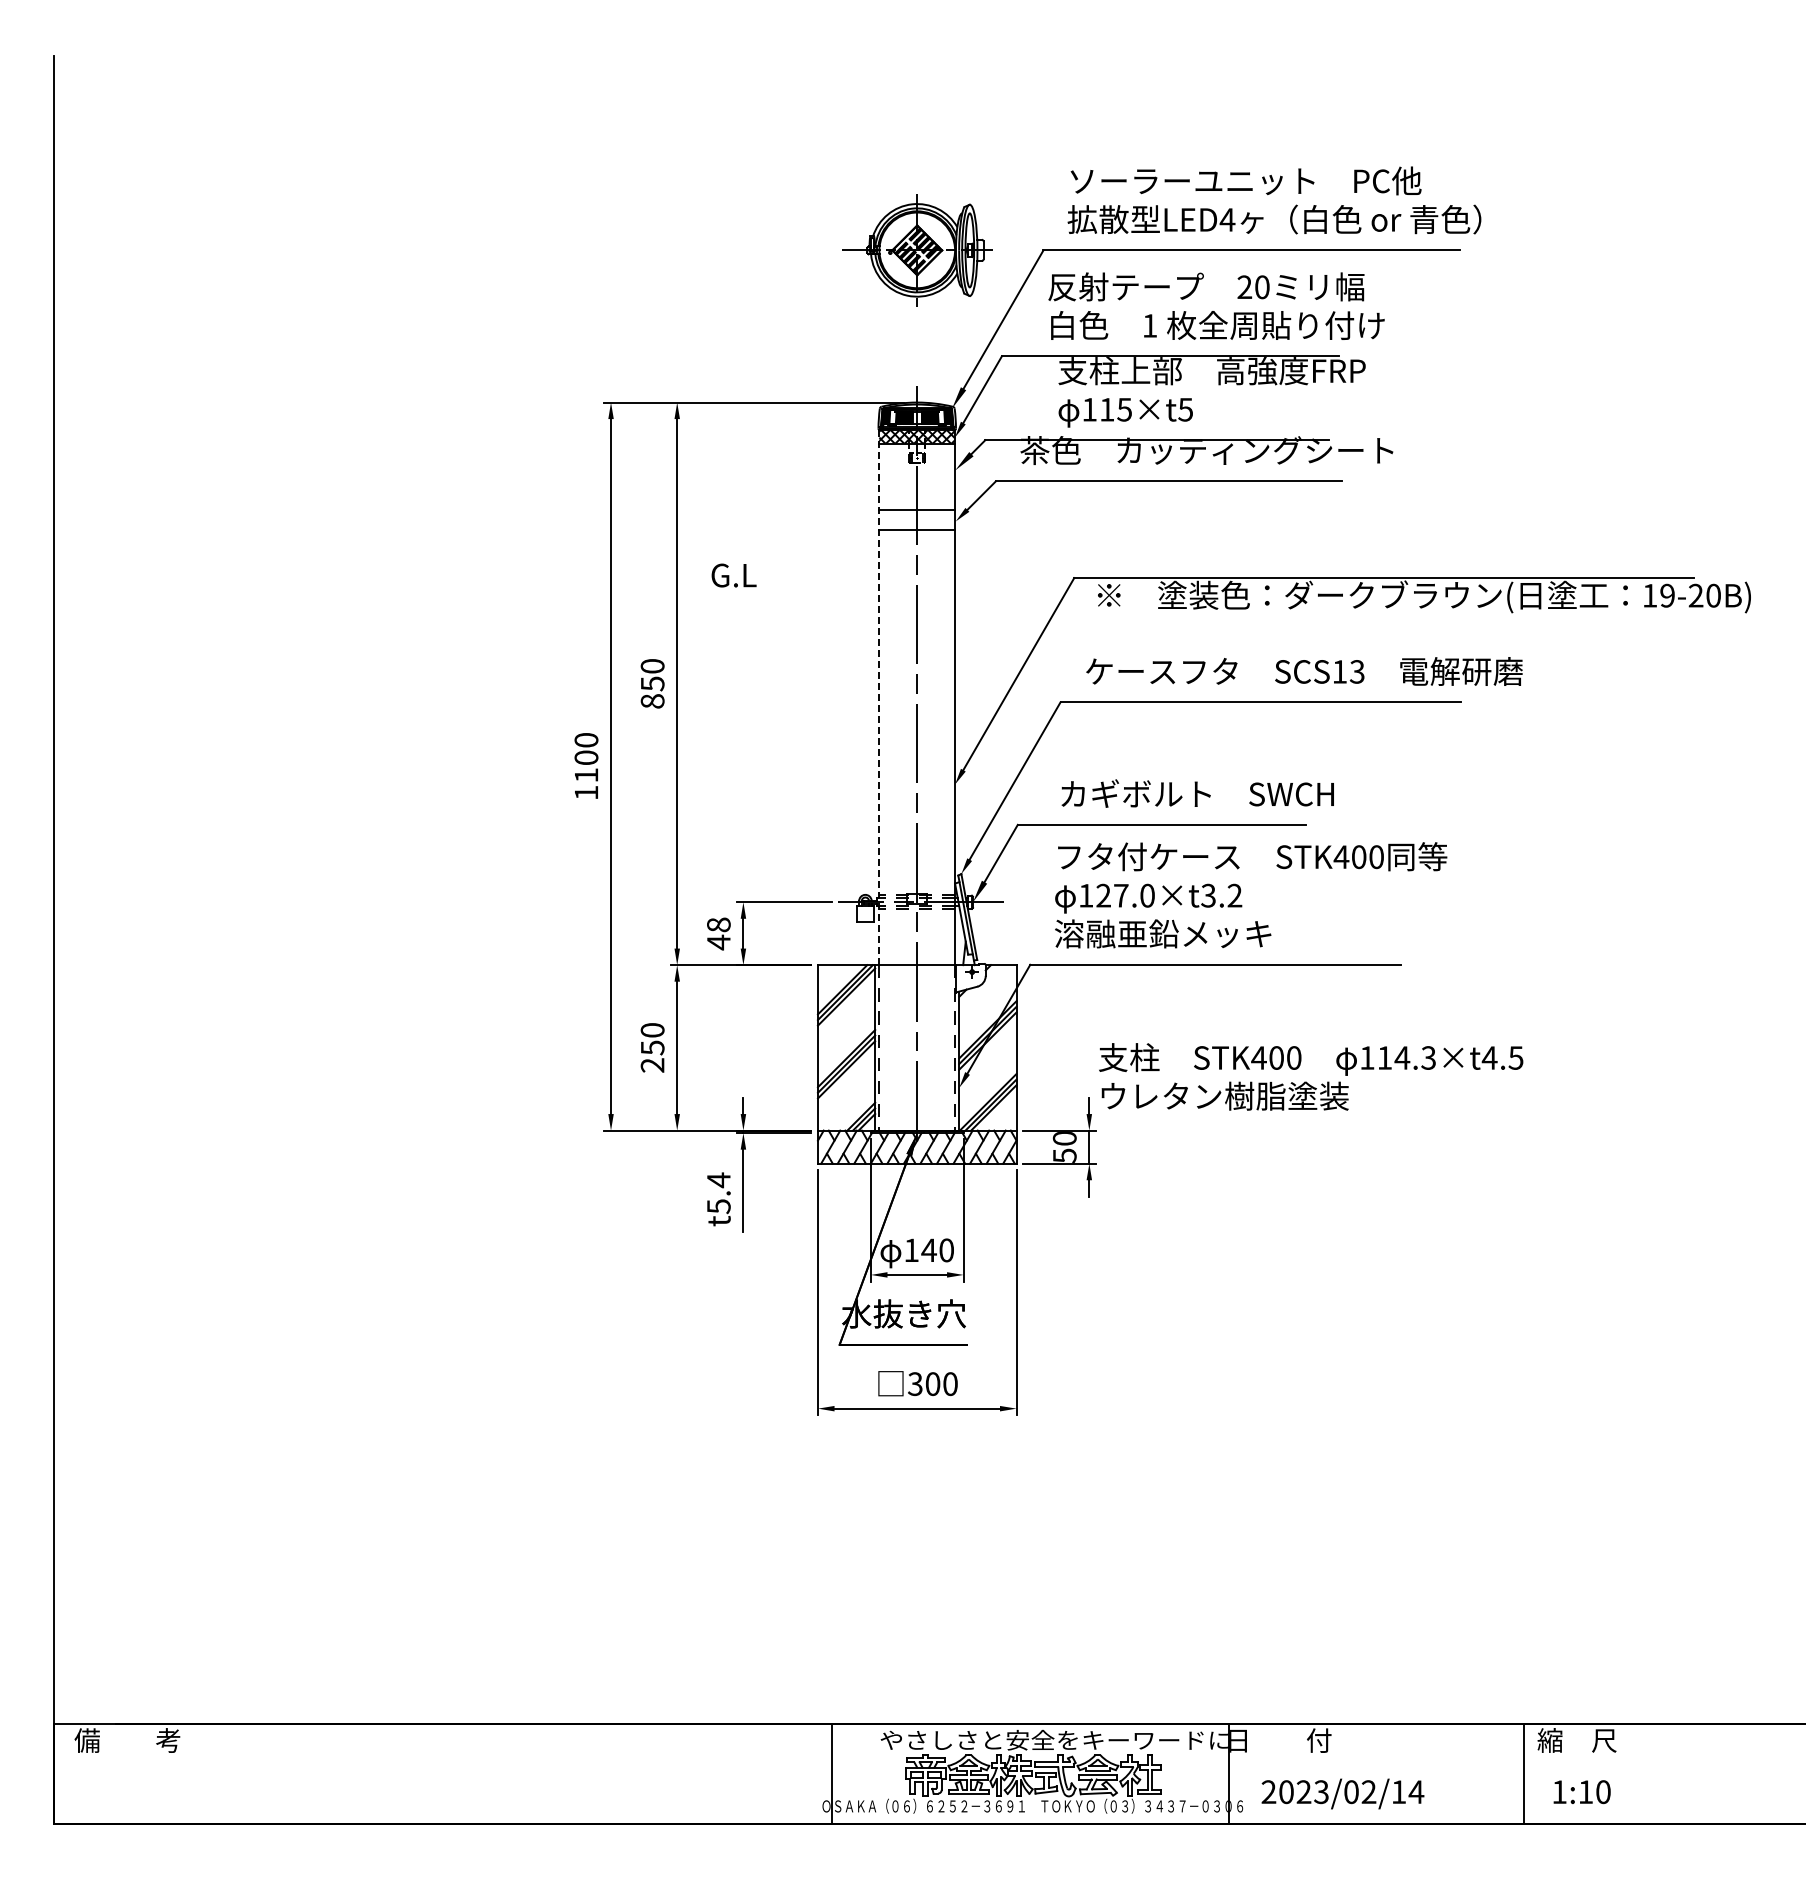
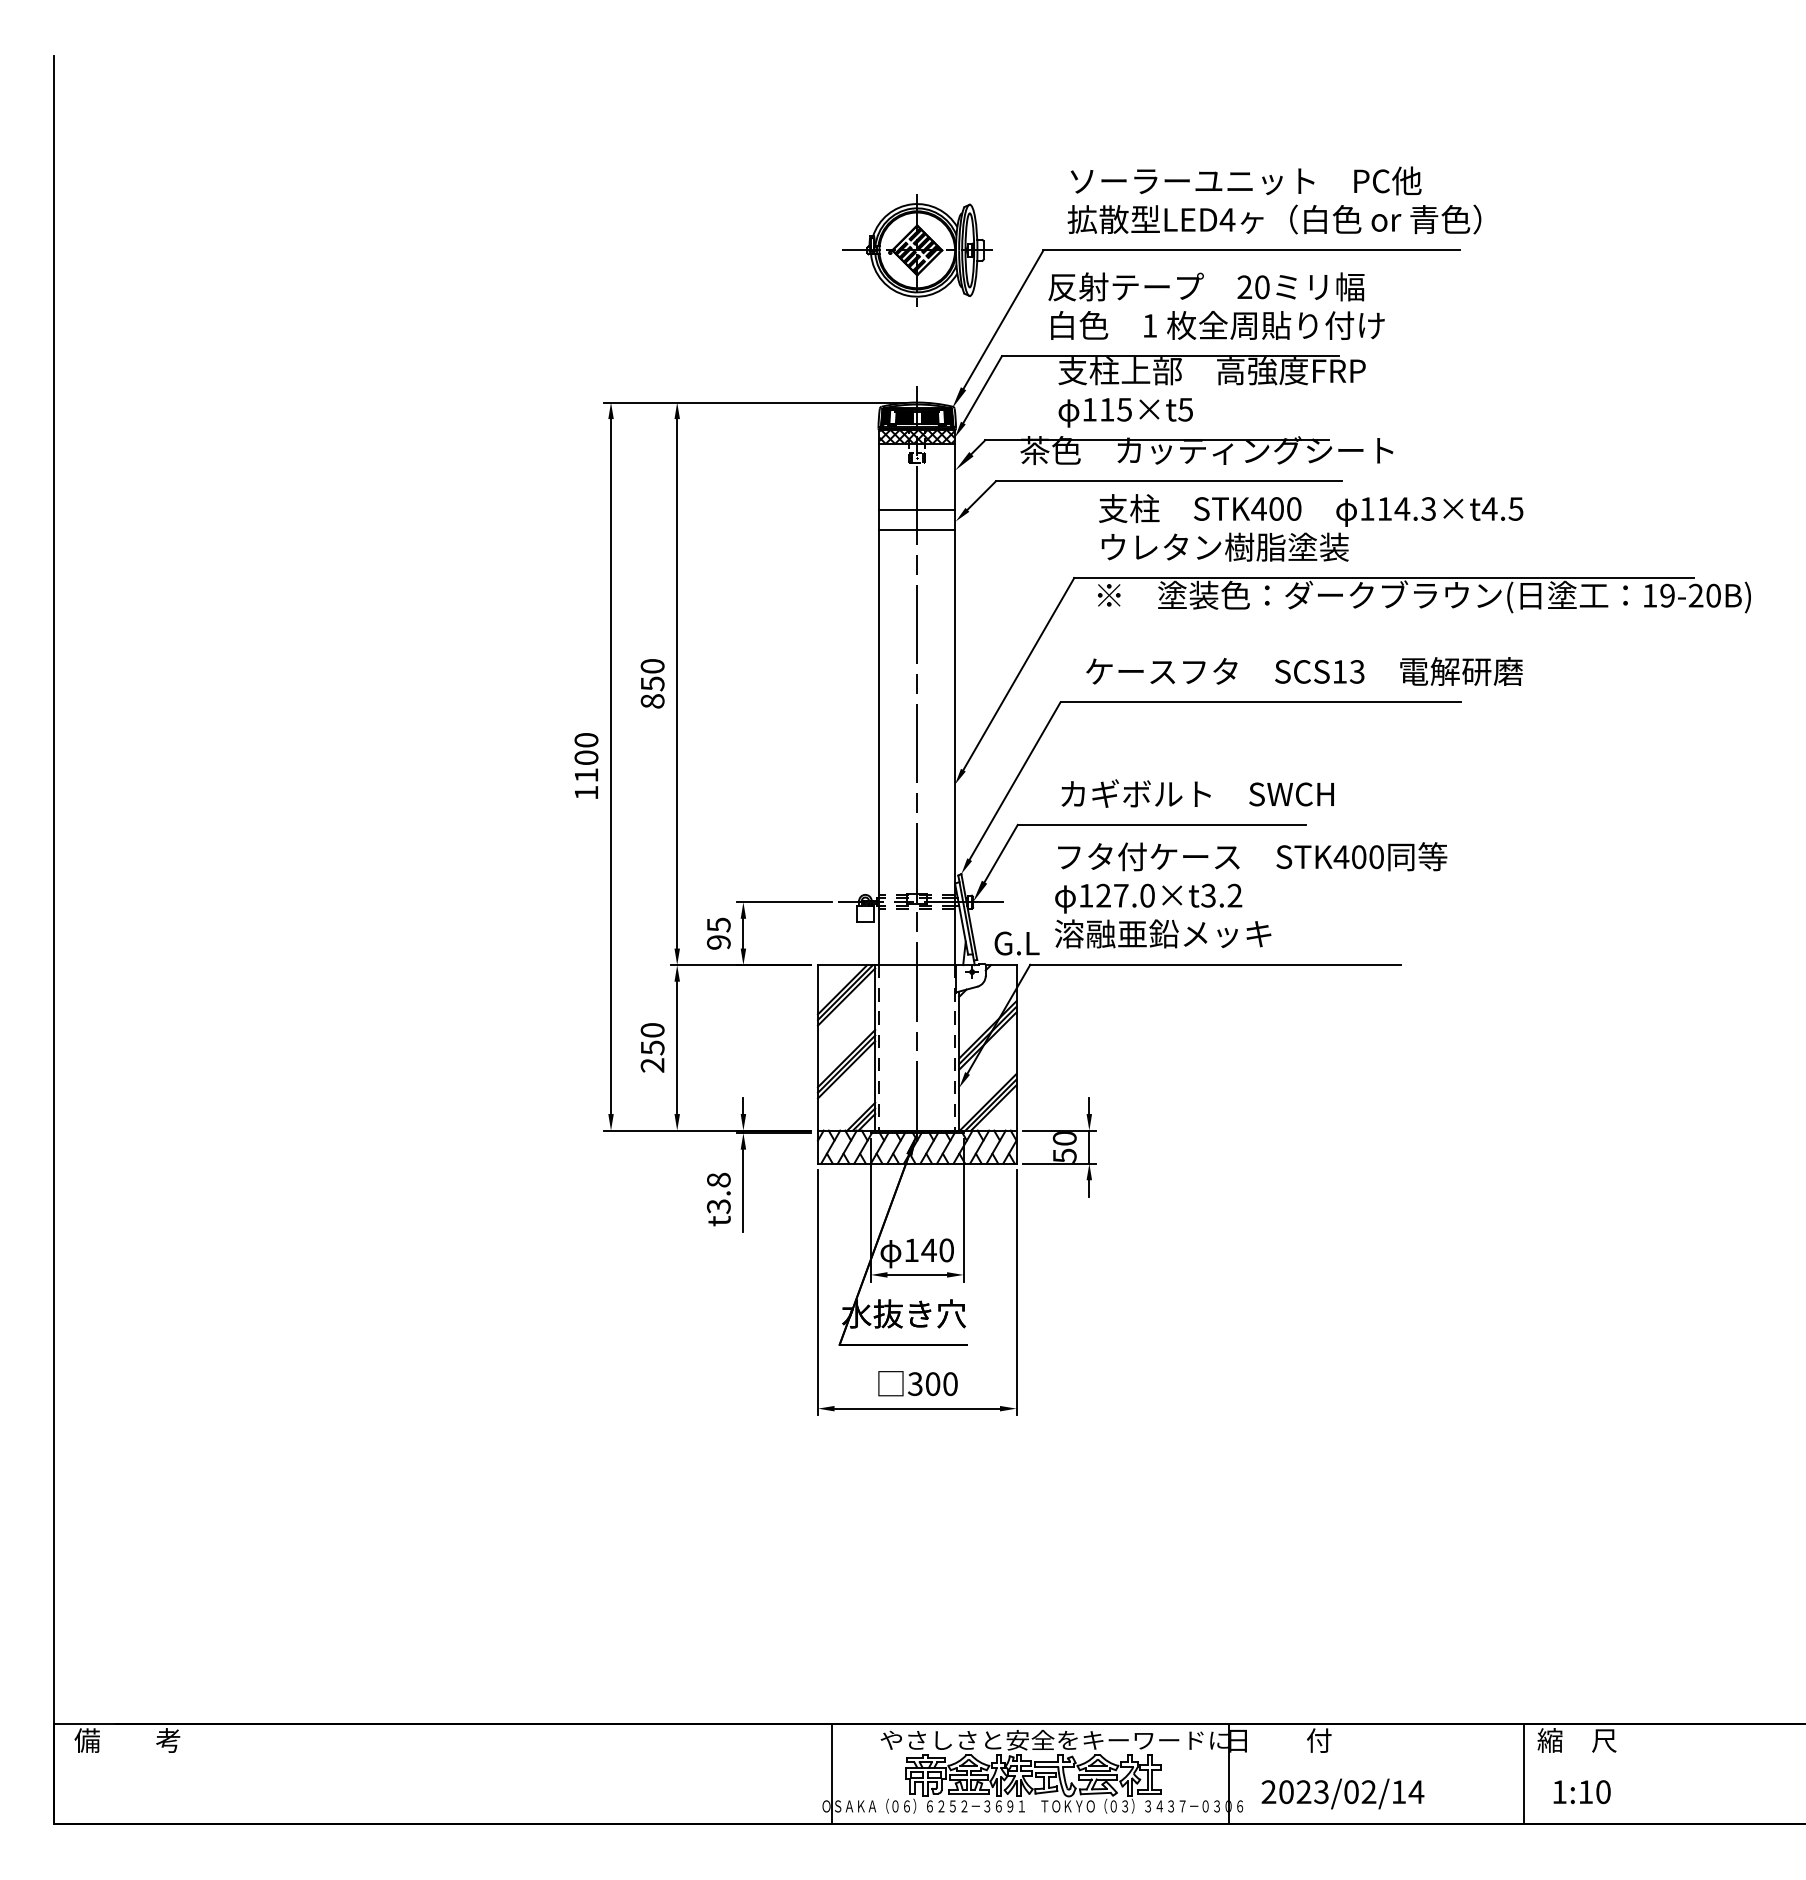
text at (733, 575) position: (733, 575) -> (1016, 943)
line at (879, 697): dashed -> solid
text at (718, 933): 48 -> 95
text at (1311, 1076) position: (1311, 1076) -> (1311, 527)
text at (718, 1192): t5.4 -> t3.8
